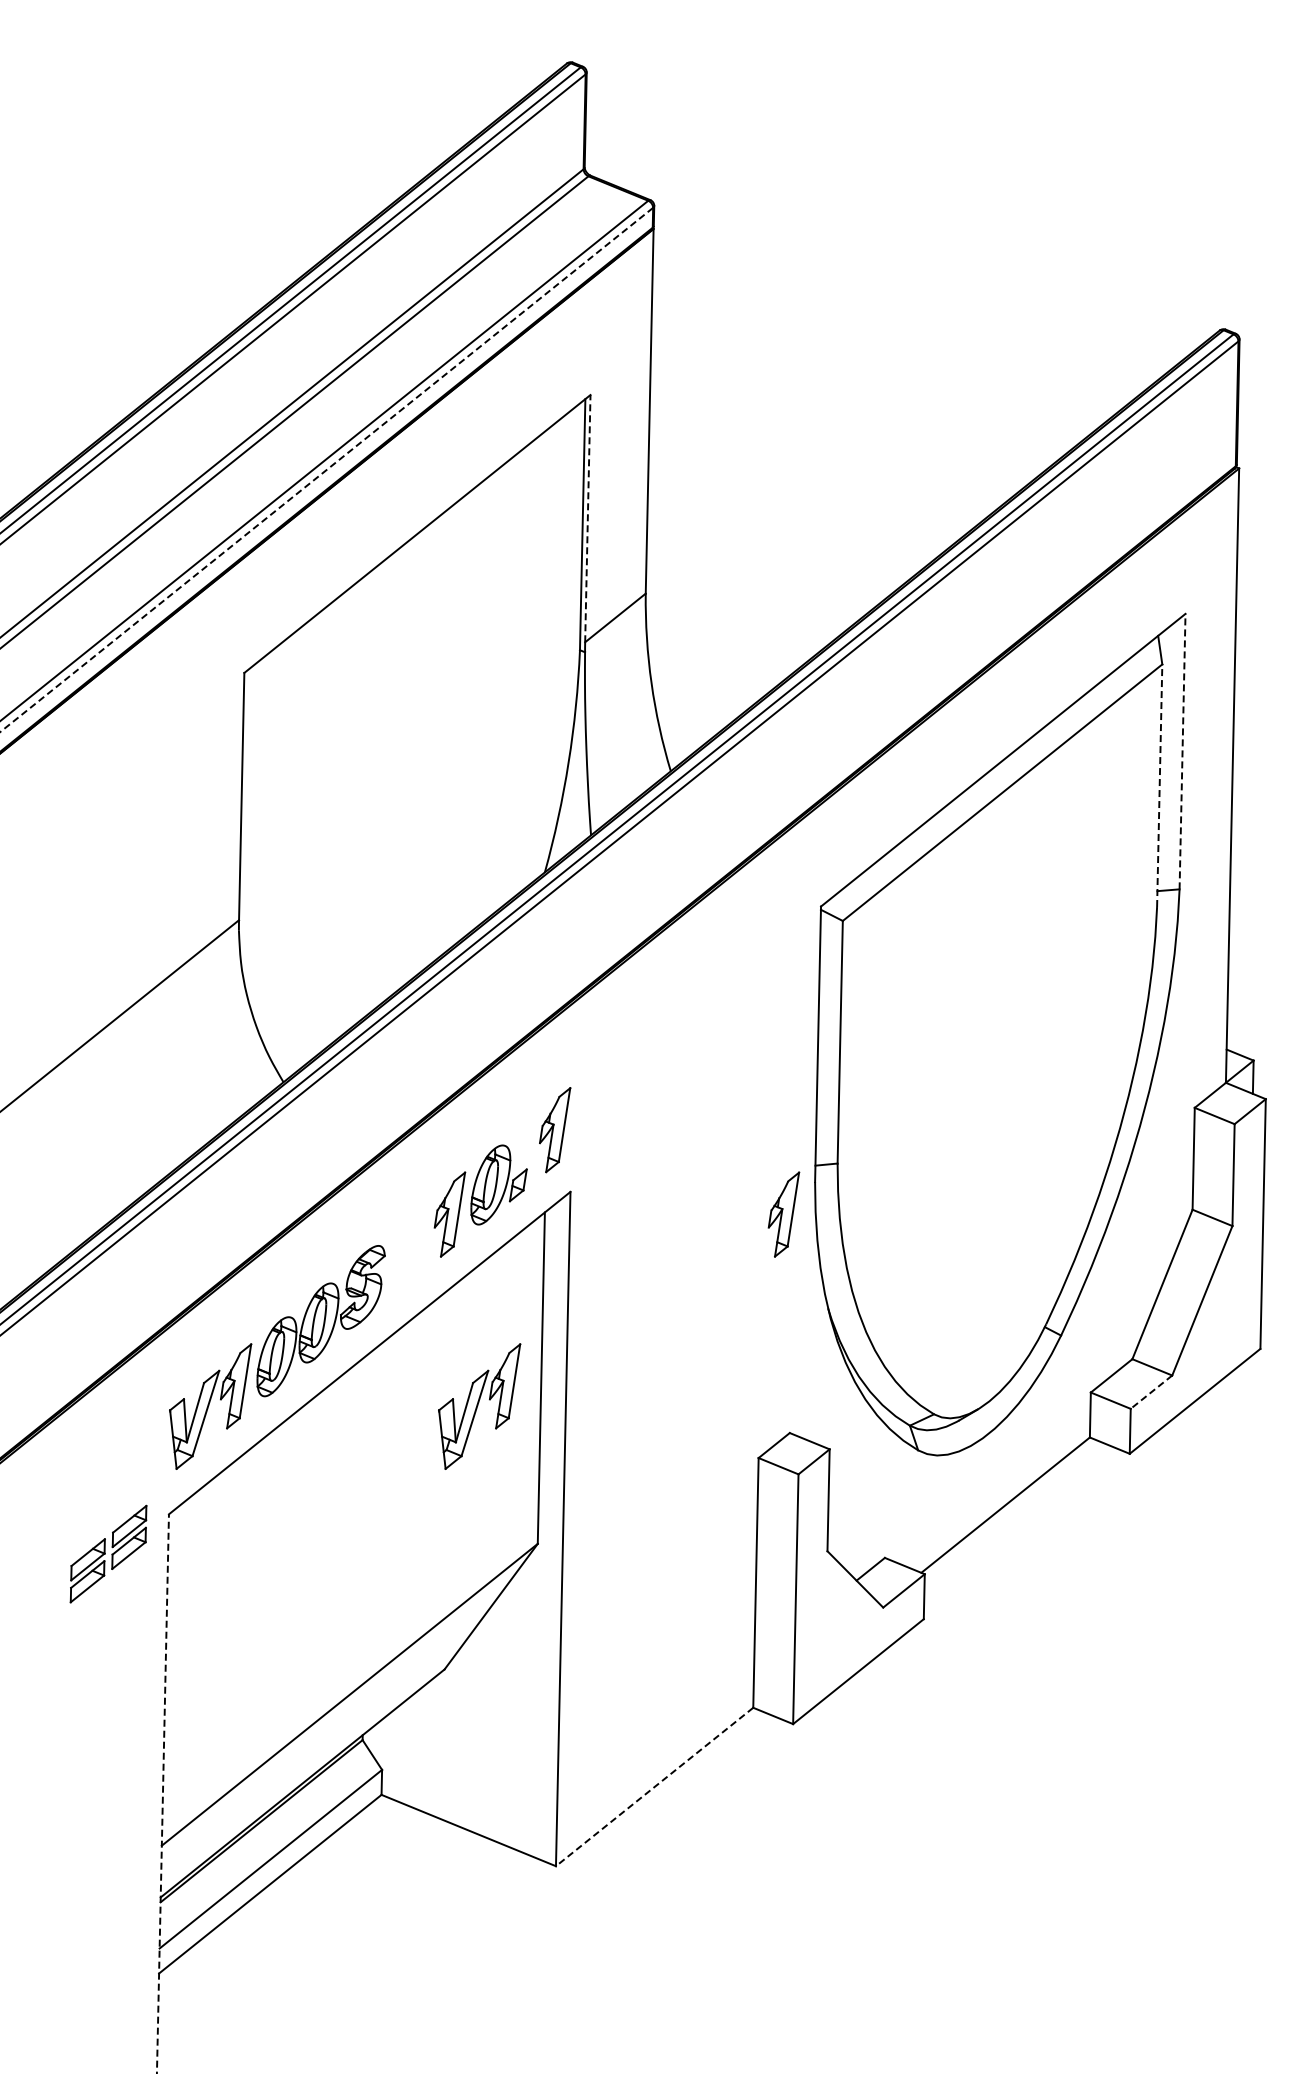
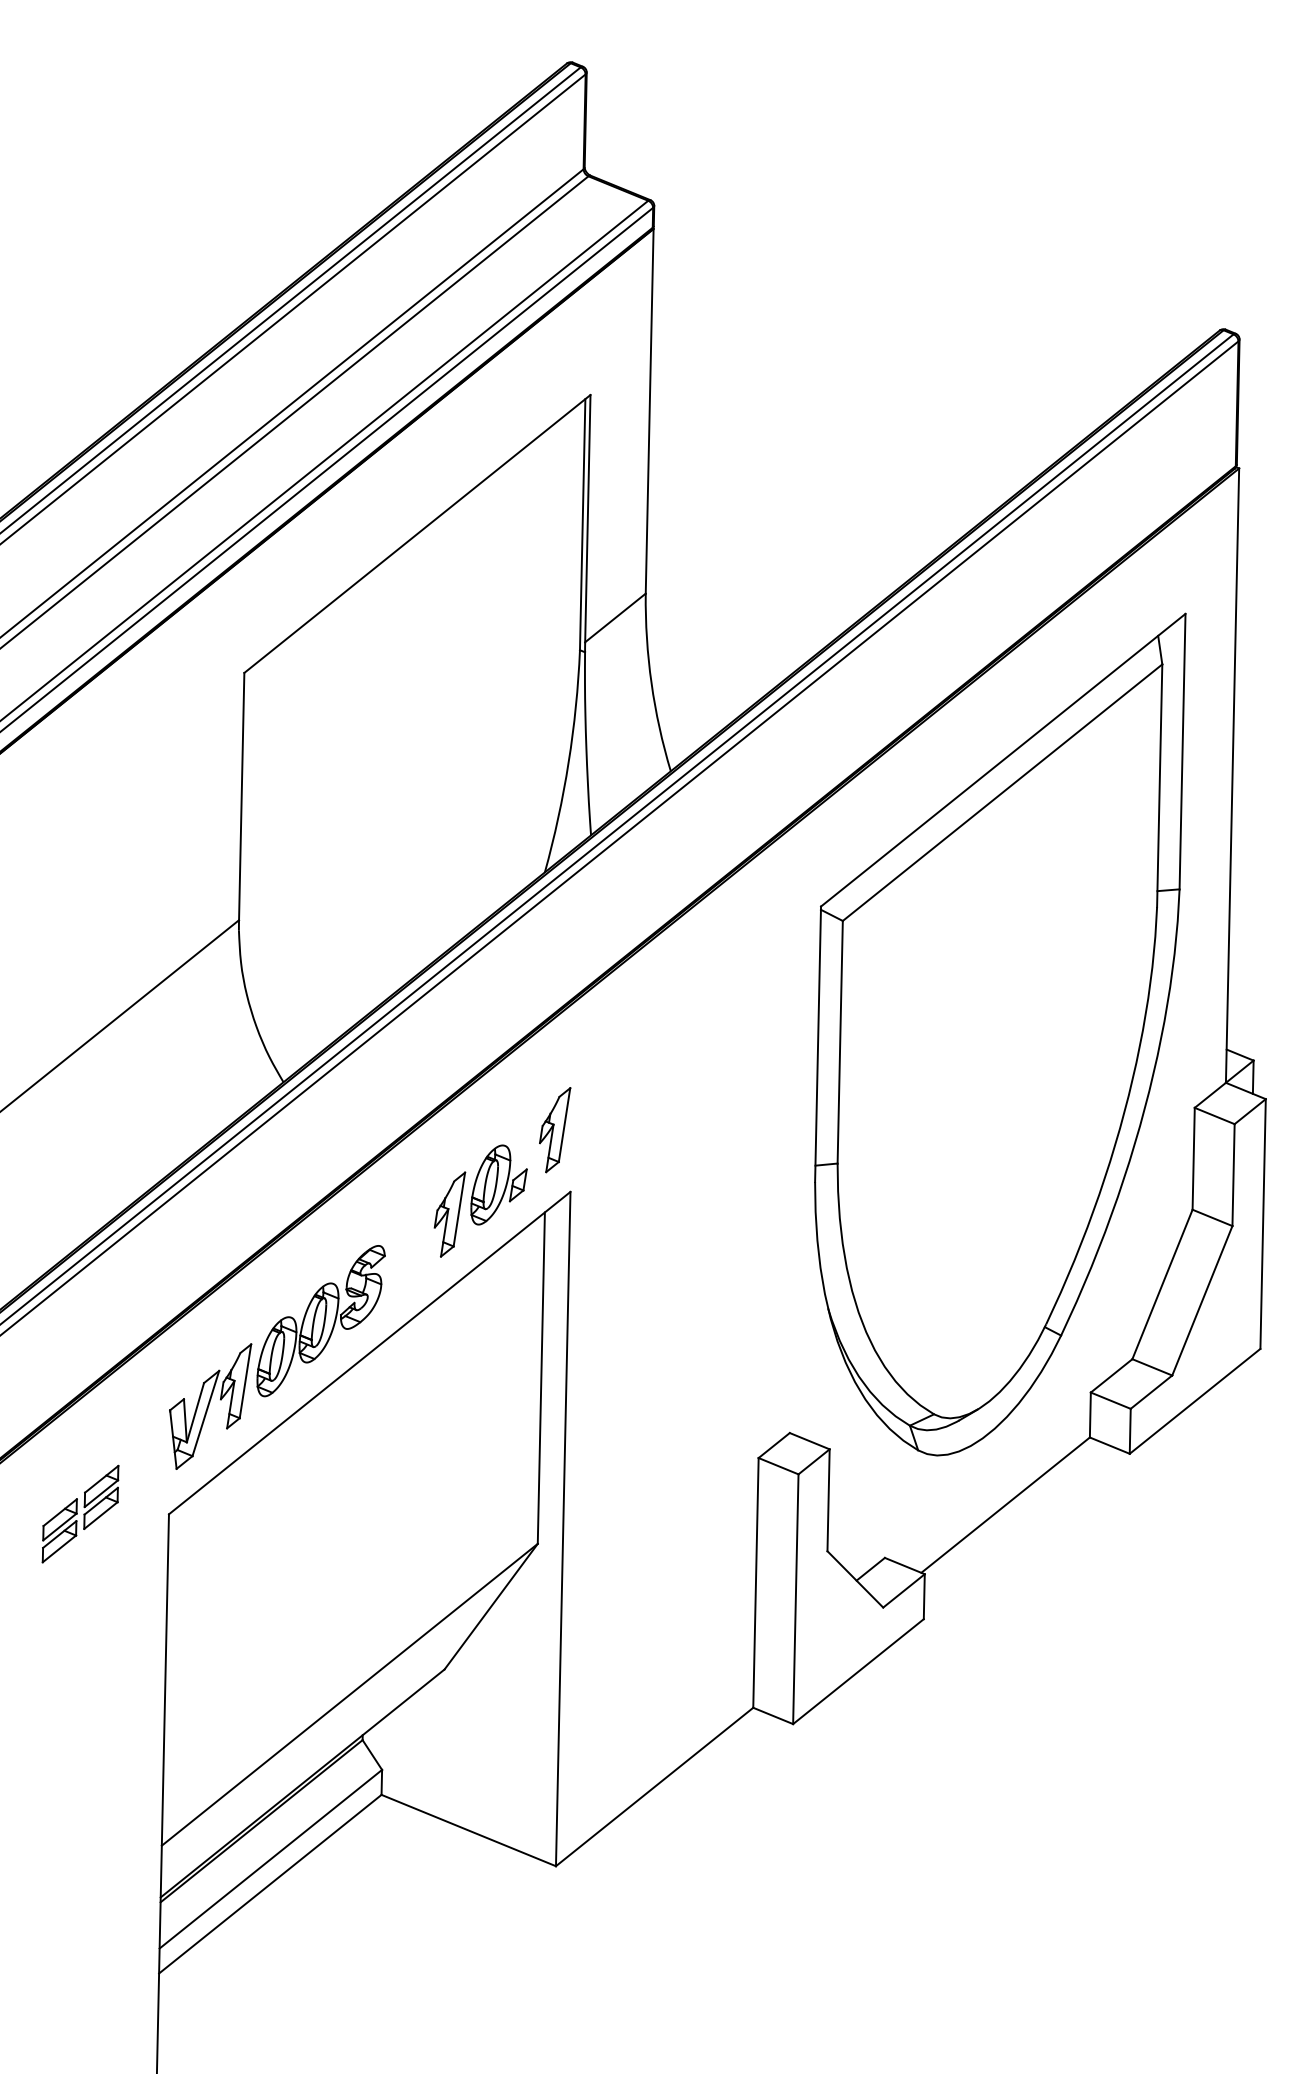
line at (326, 470): dashed -> solid
line at (587, 518): dashed -> solid
line at (1182, 751): dashed -> solid
line at (1159, 785): dashed -> solid
part at (783, 1214): present -> none
line at (1151, 1392): dashed -> solid
part at (479, 1406): present -> none
part at (108, 1553) position: (108, 1553) -> (80, 1513)
line at (654, 1787): dashed -> solid
line at (162, 1794): dashed -> solid
